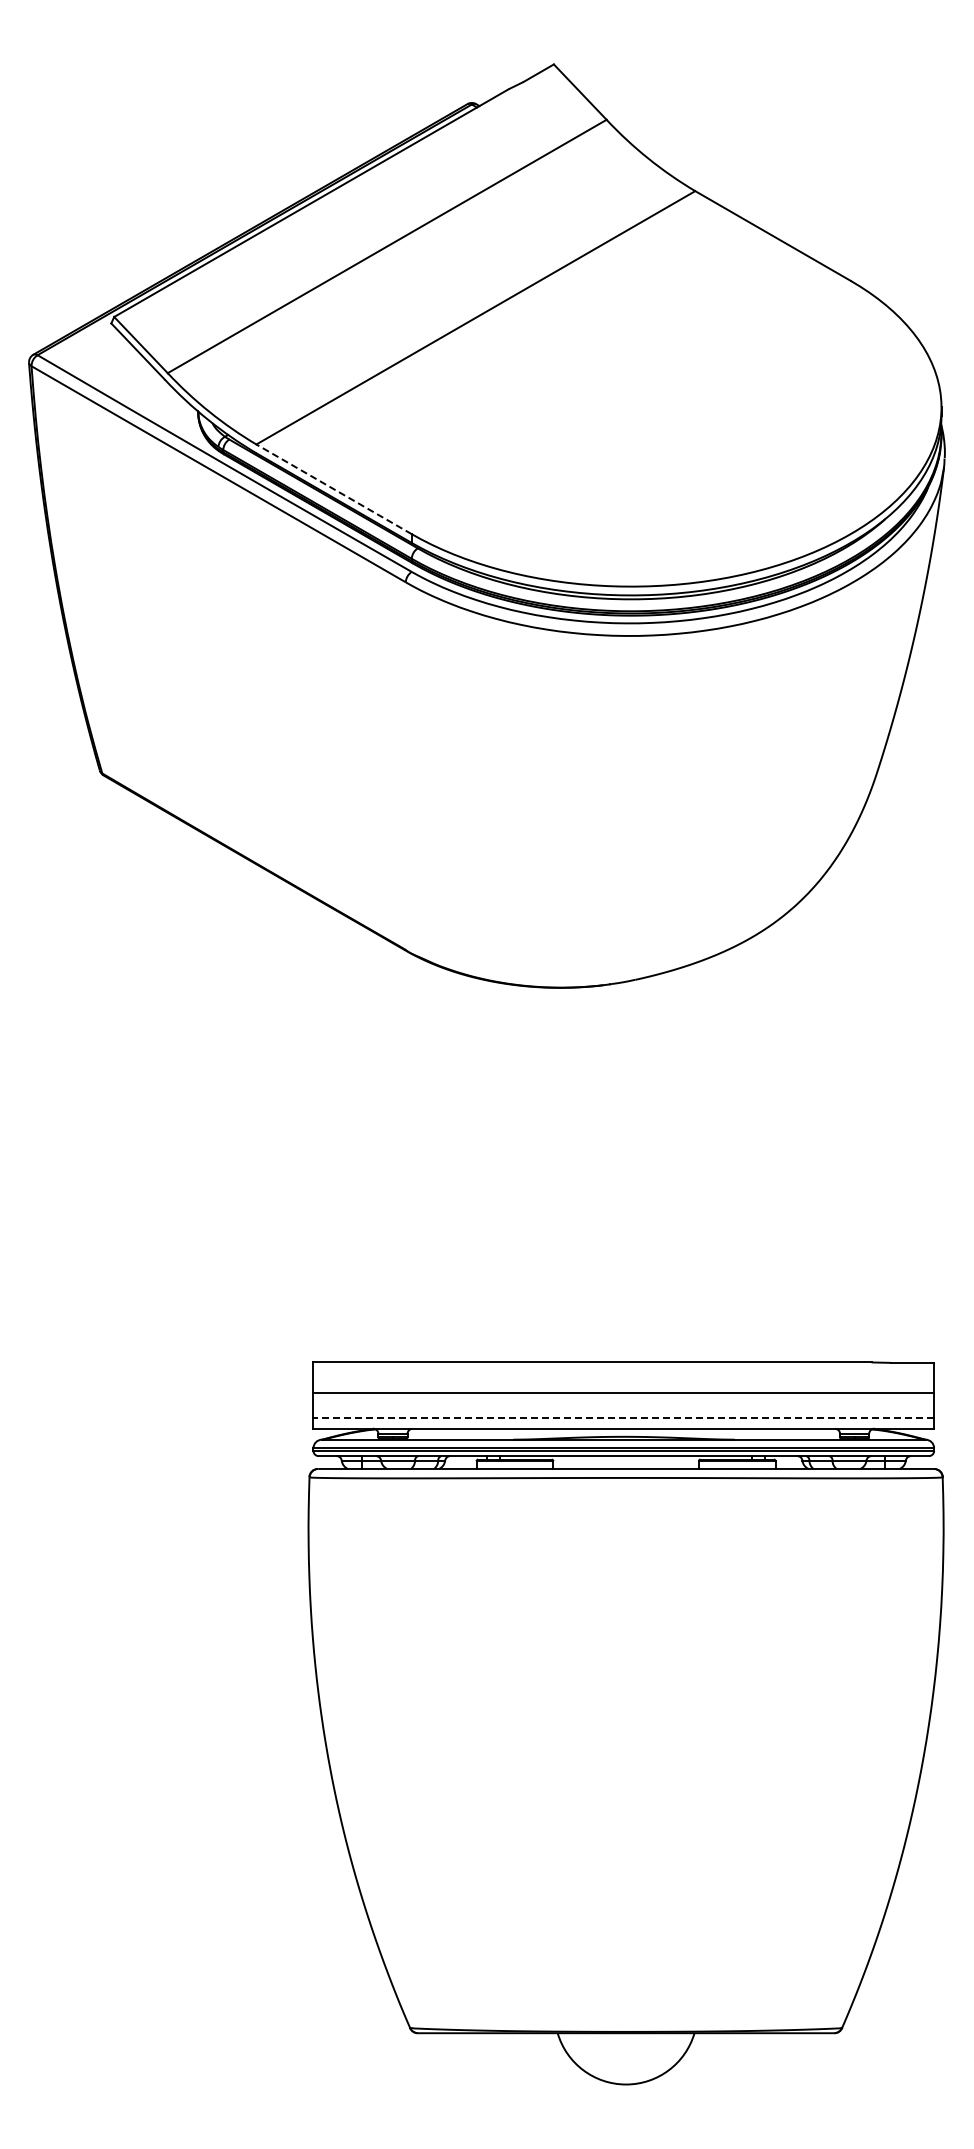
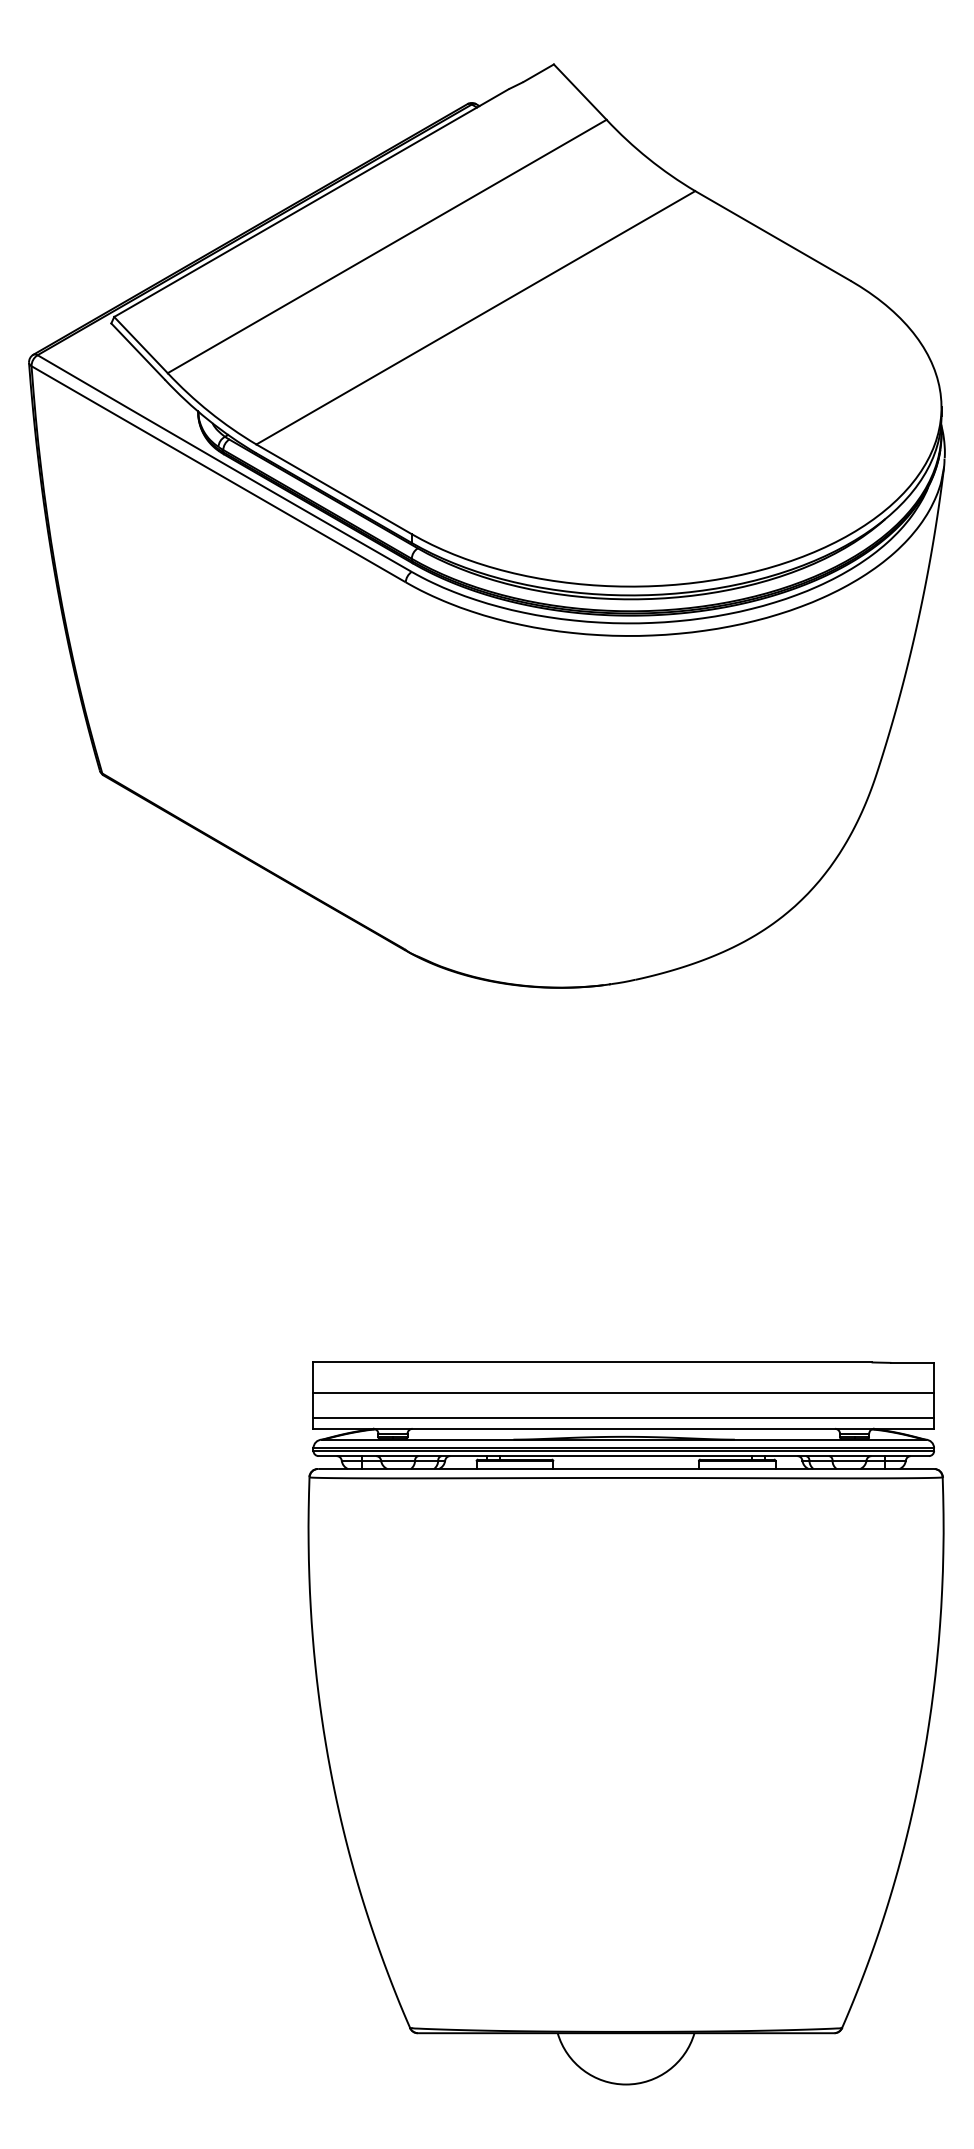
line at (334, 489): dashed -> solid
line at (623, 1418): dashed -> solid
